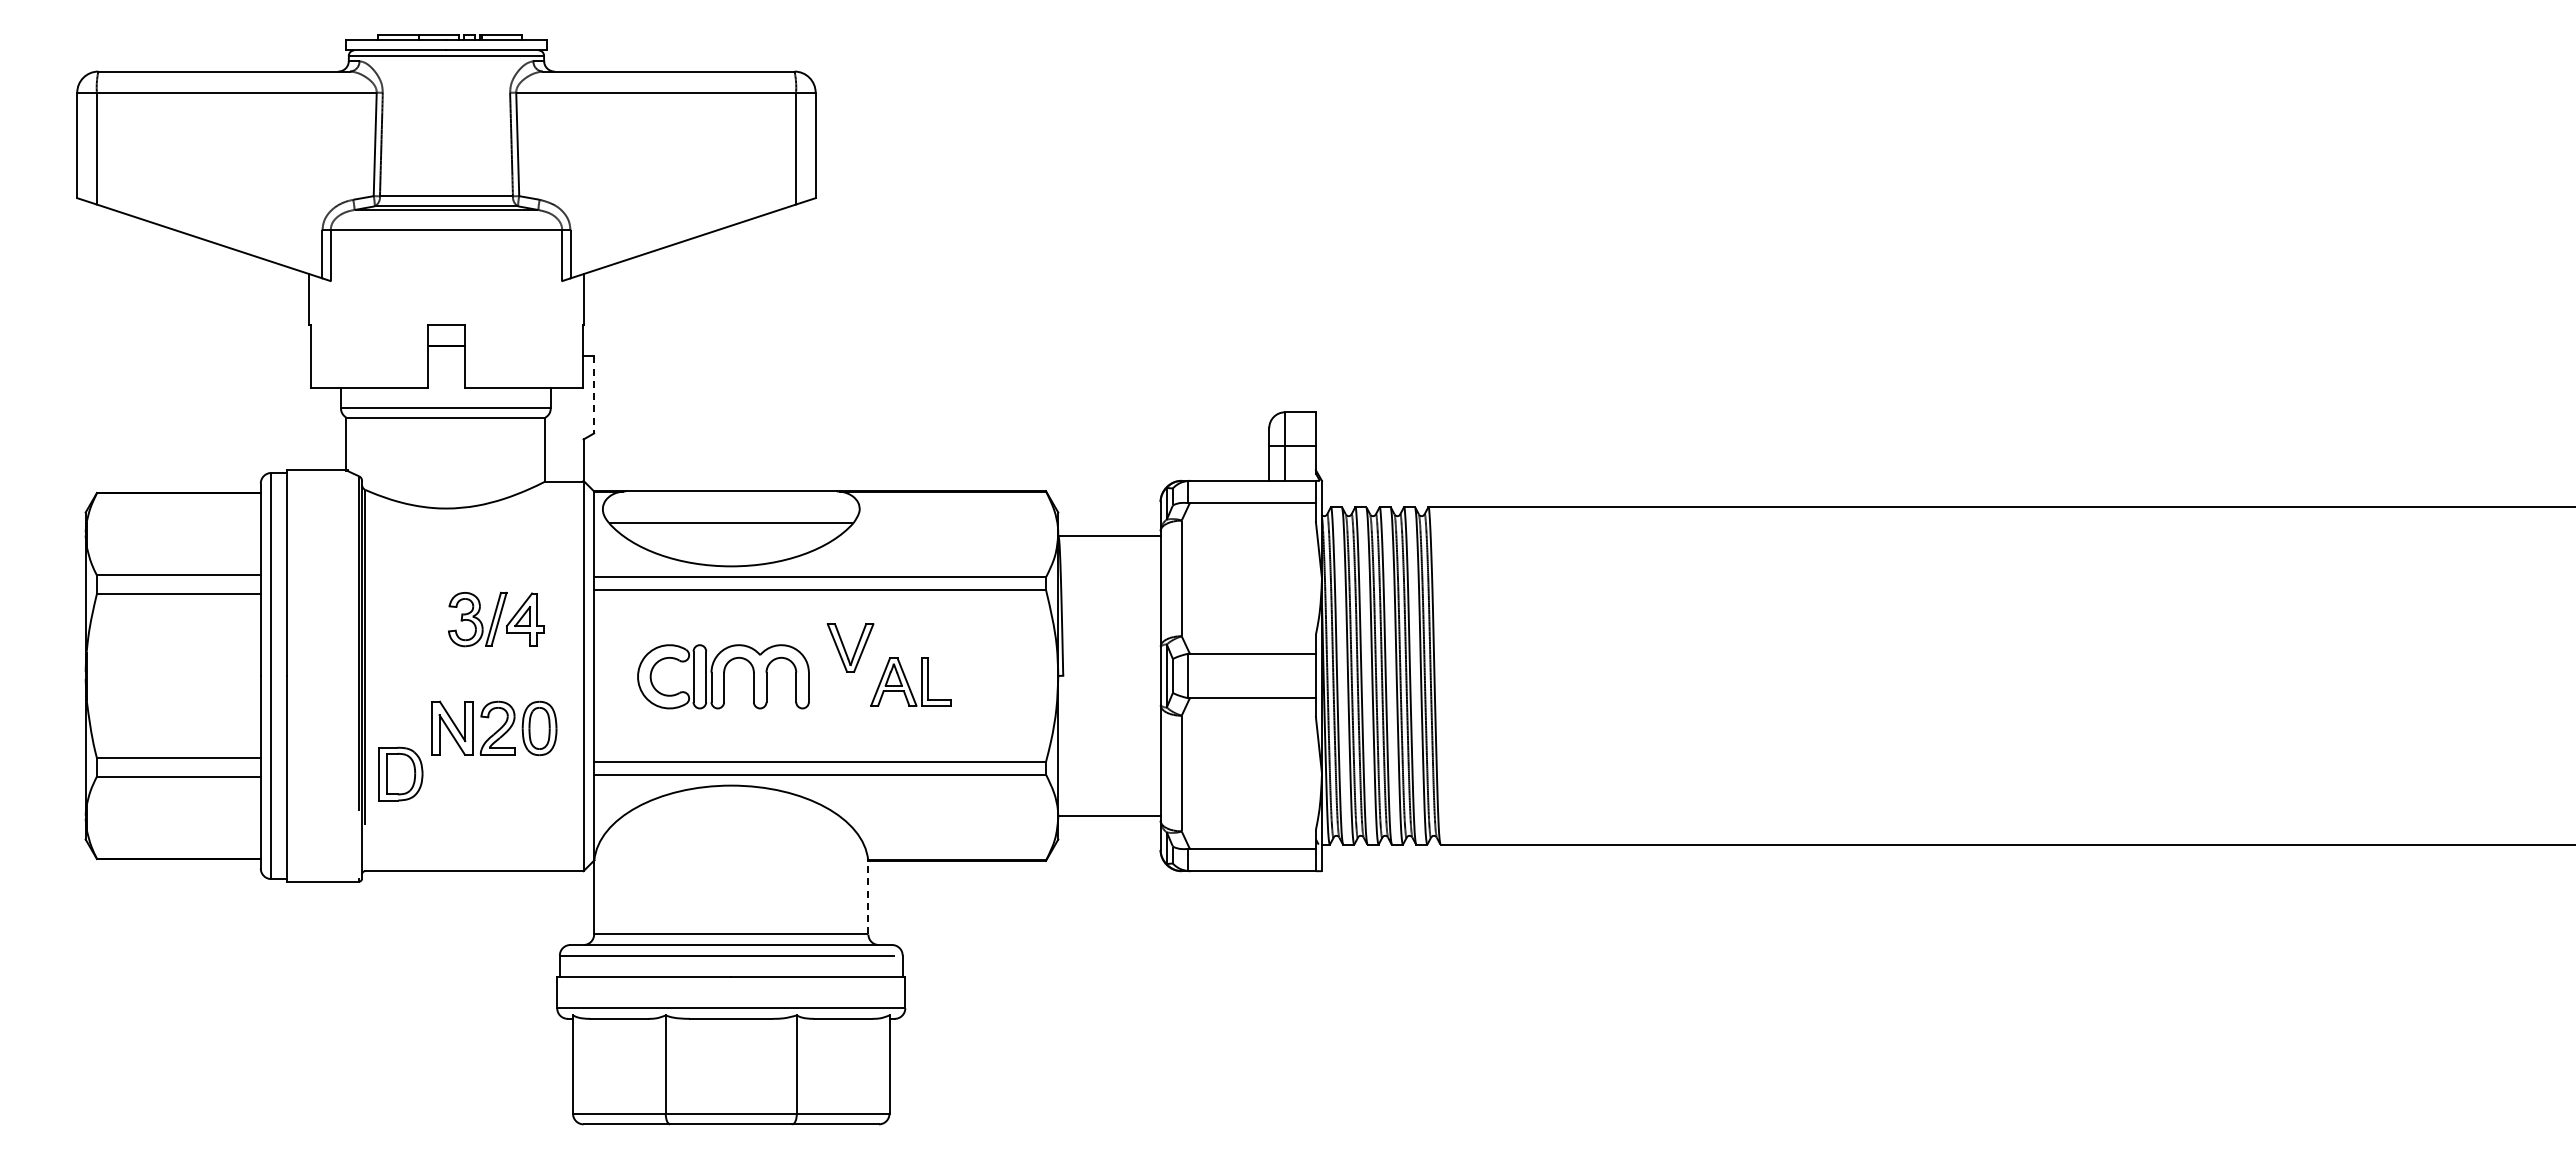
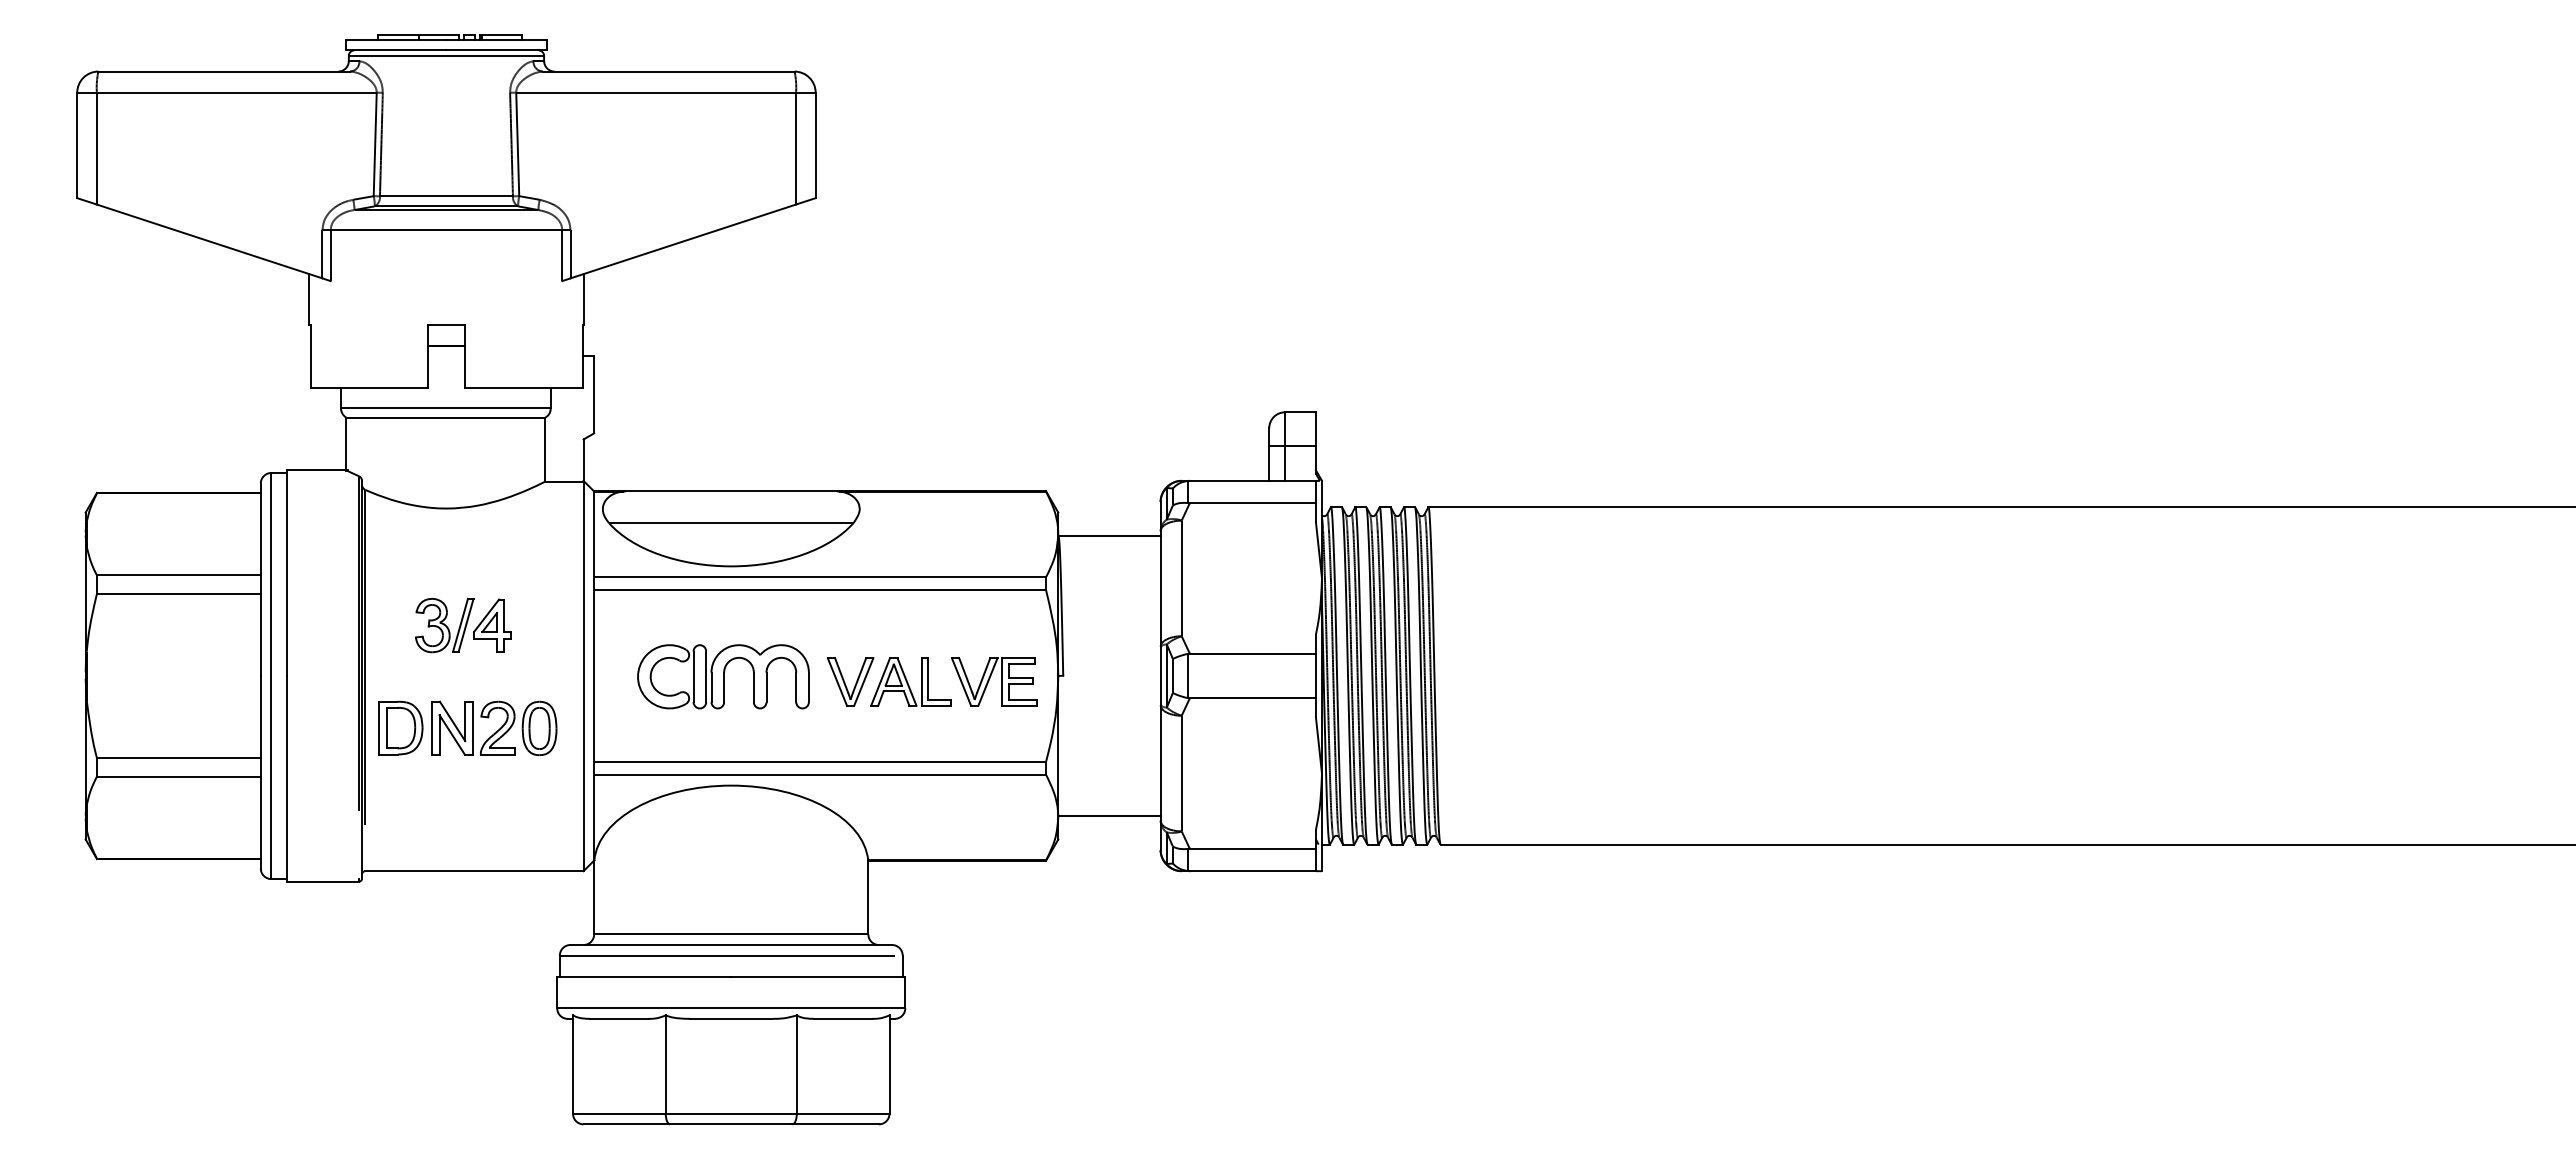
line at (594, 394): dashed -> solid
part at (496, 619) position: (496, 619) -> (463, 625)
part at (850, 647) position: (850, 647) -> (850, 681)
part at (994, 681): none -> present
part at (400, 773) position: (400, 773) -> (400, 727)
line at (868, 897): dashed -> solid
